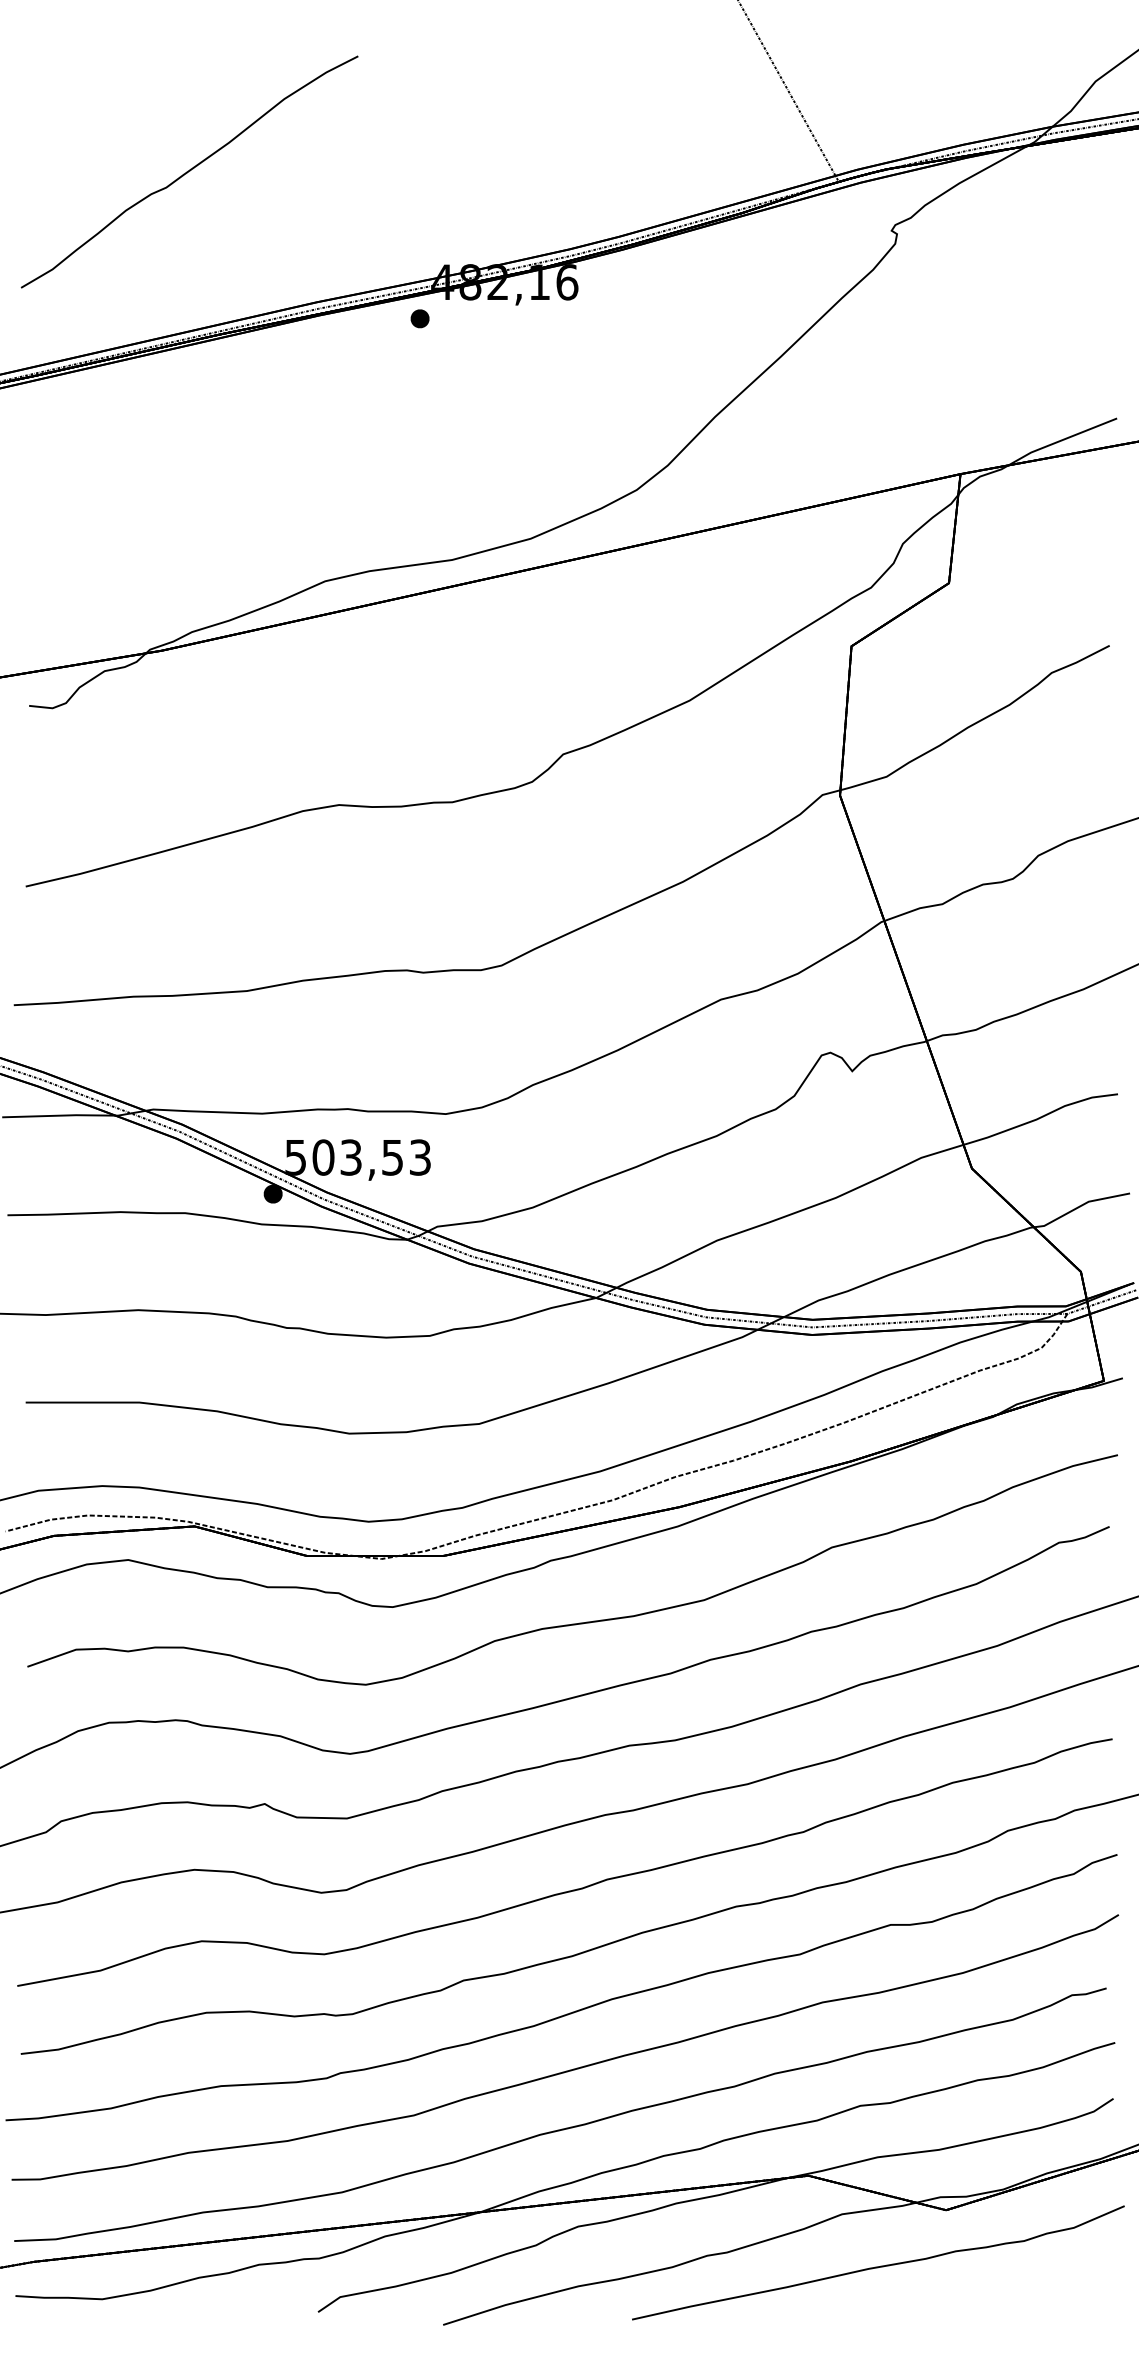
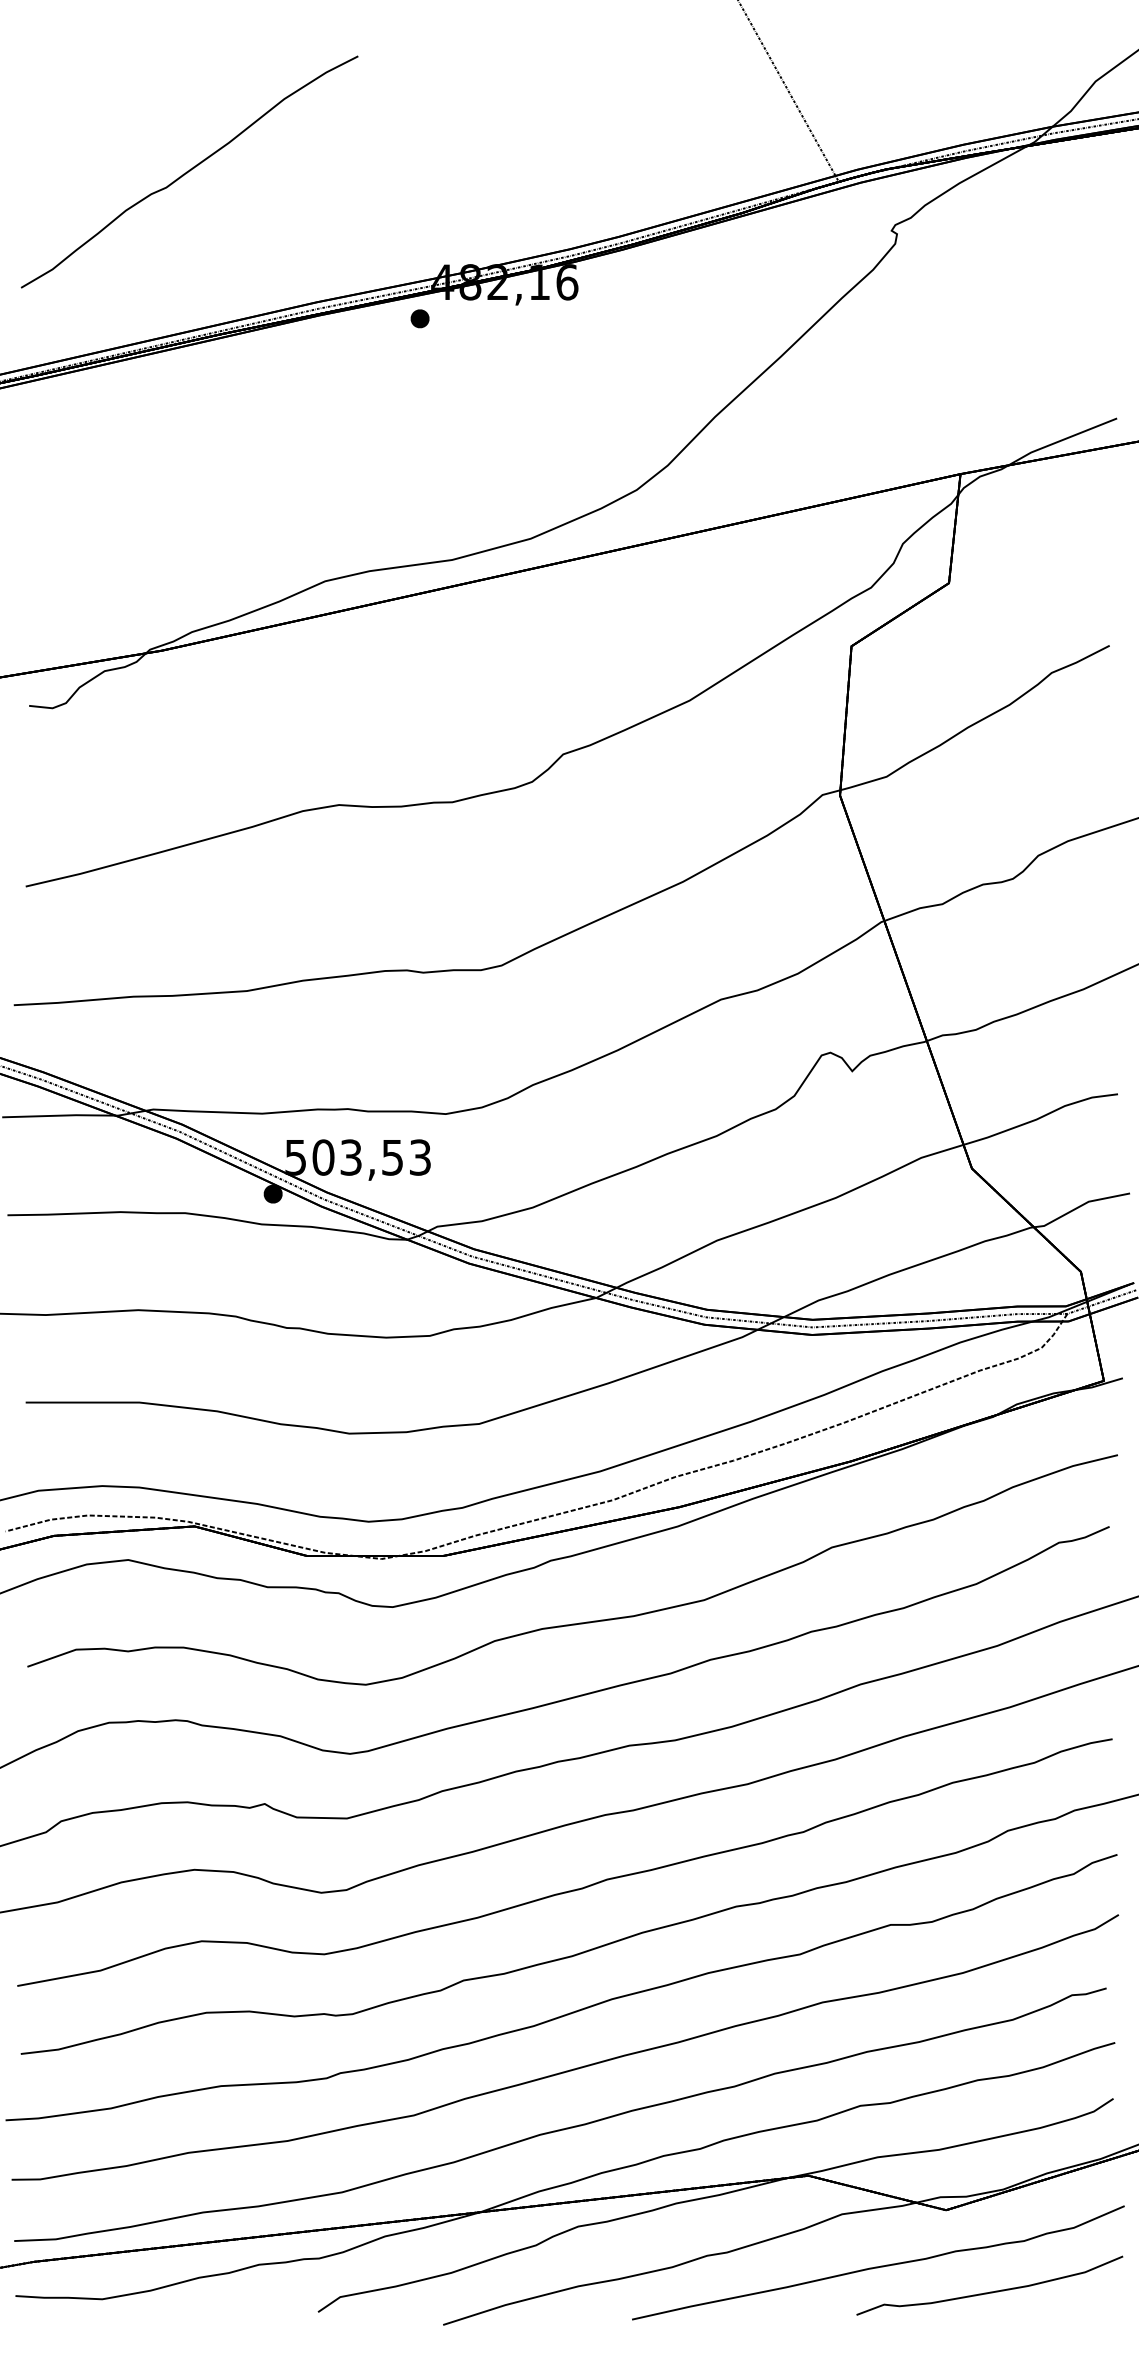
curve at (989, 2291): none -> present
